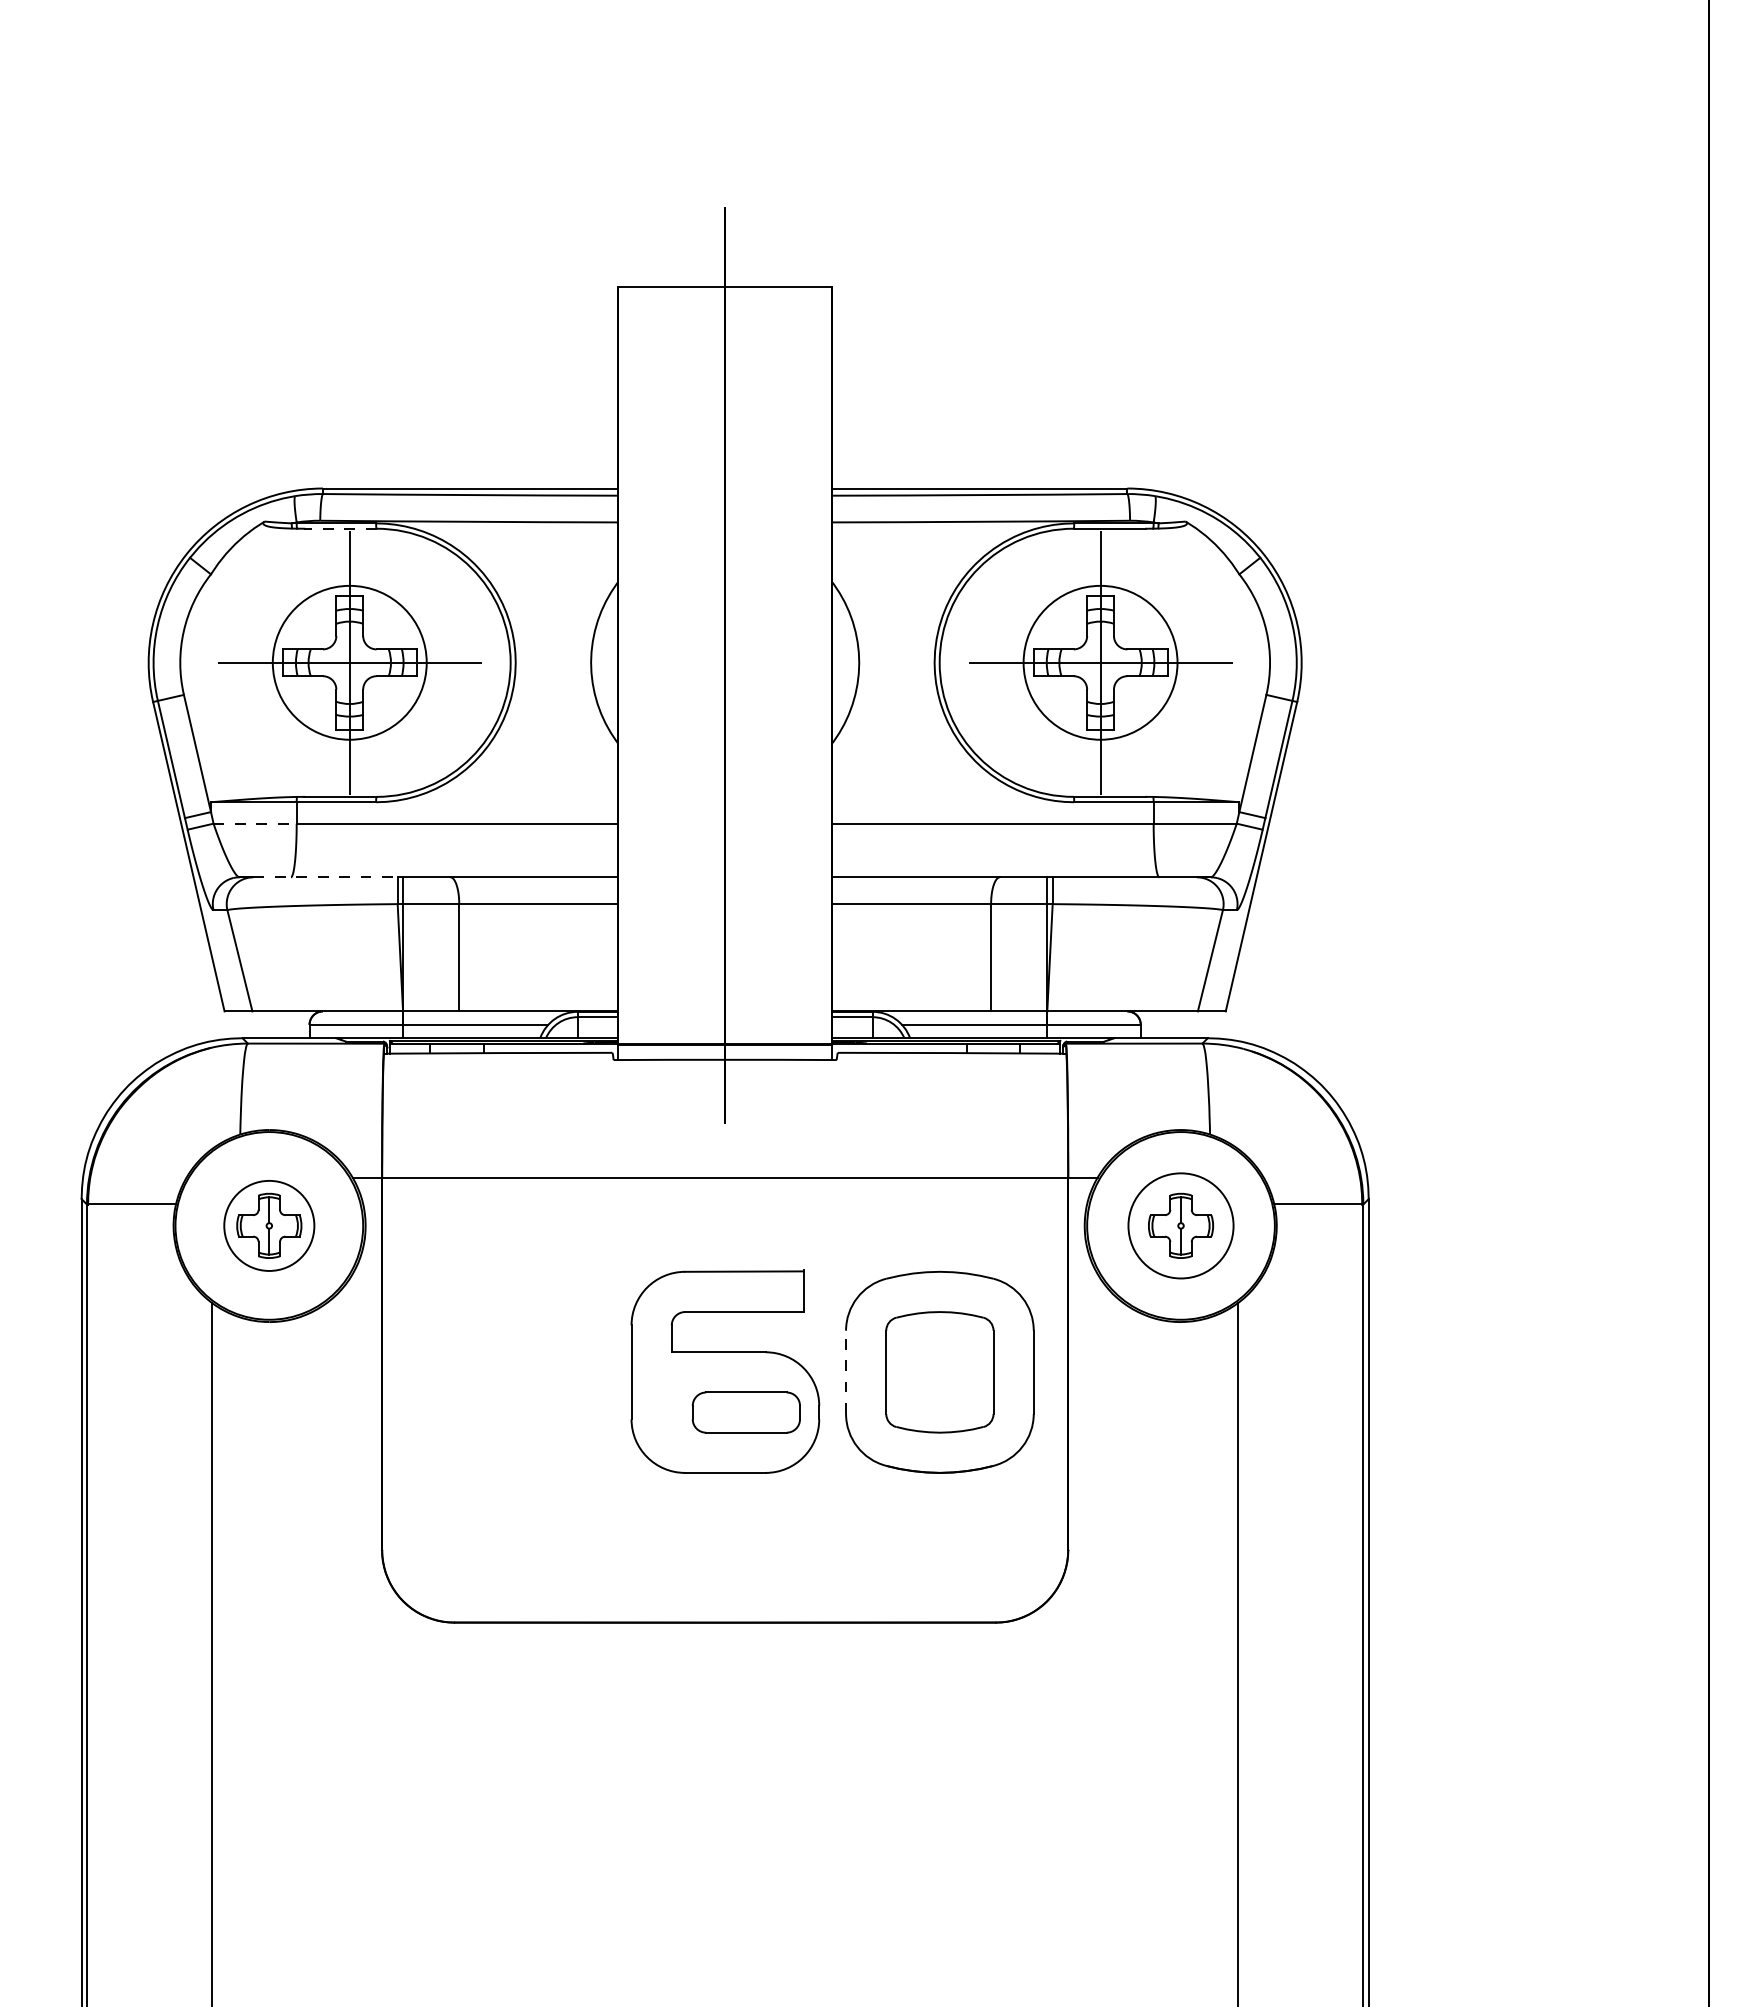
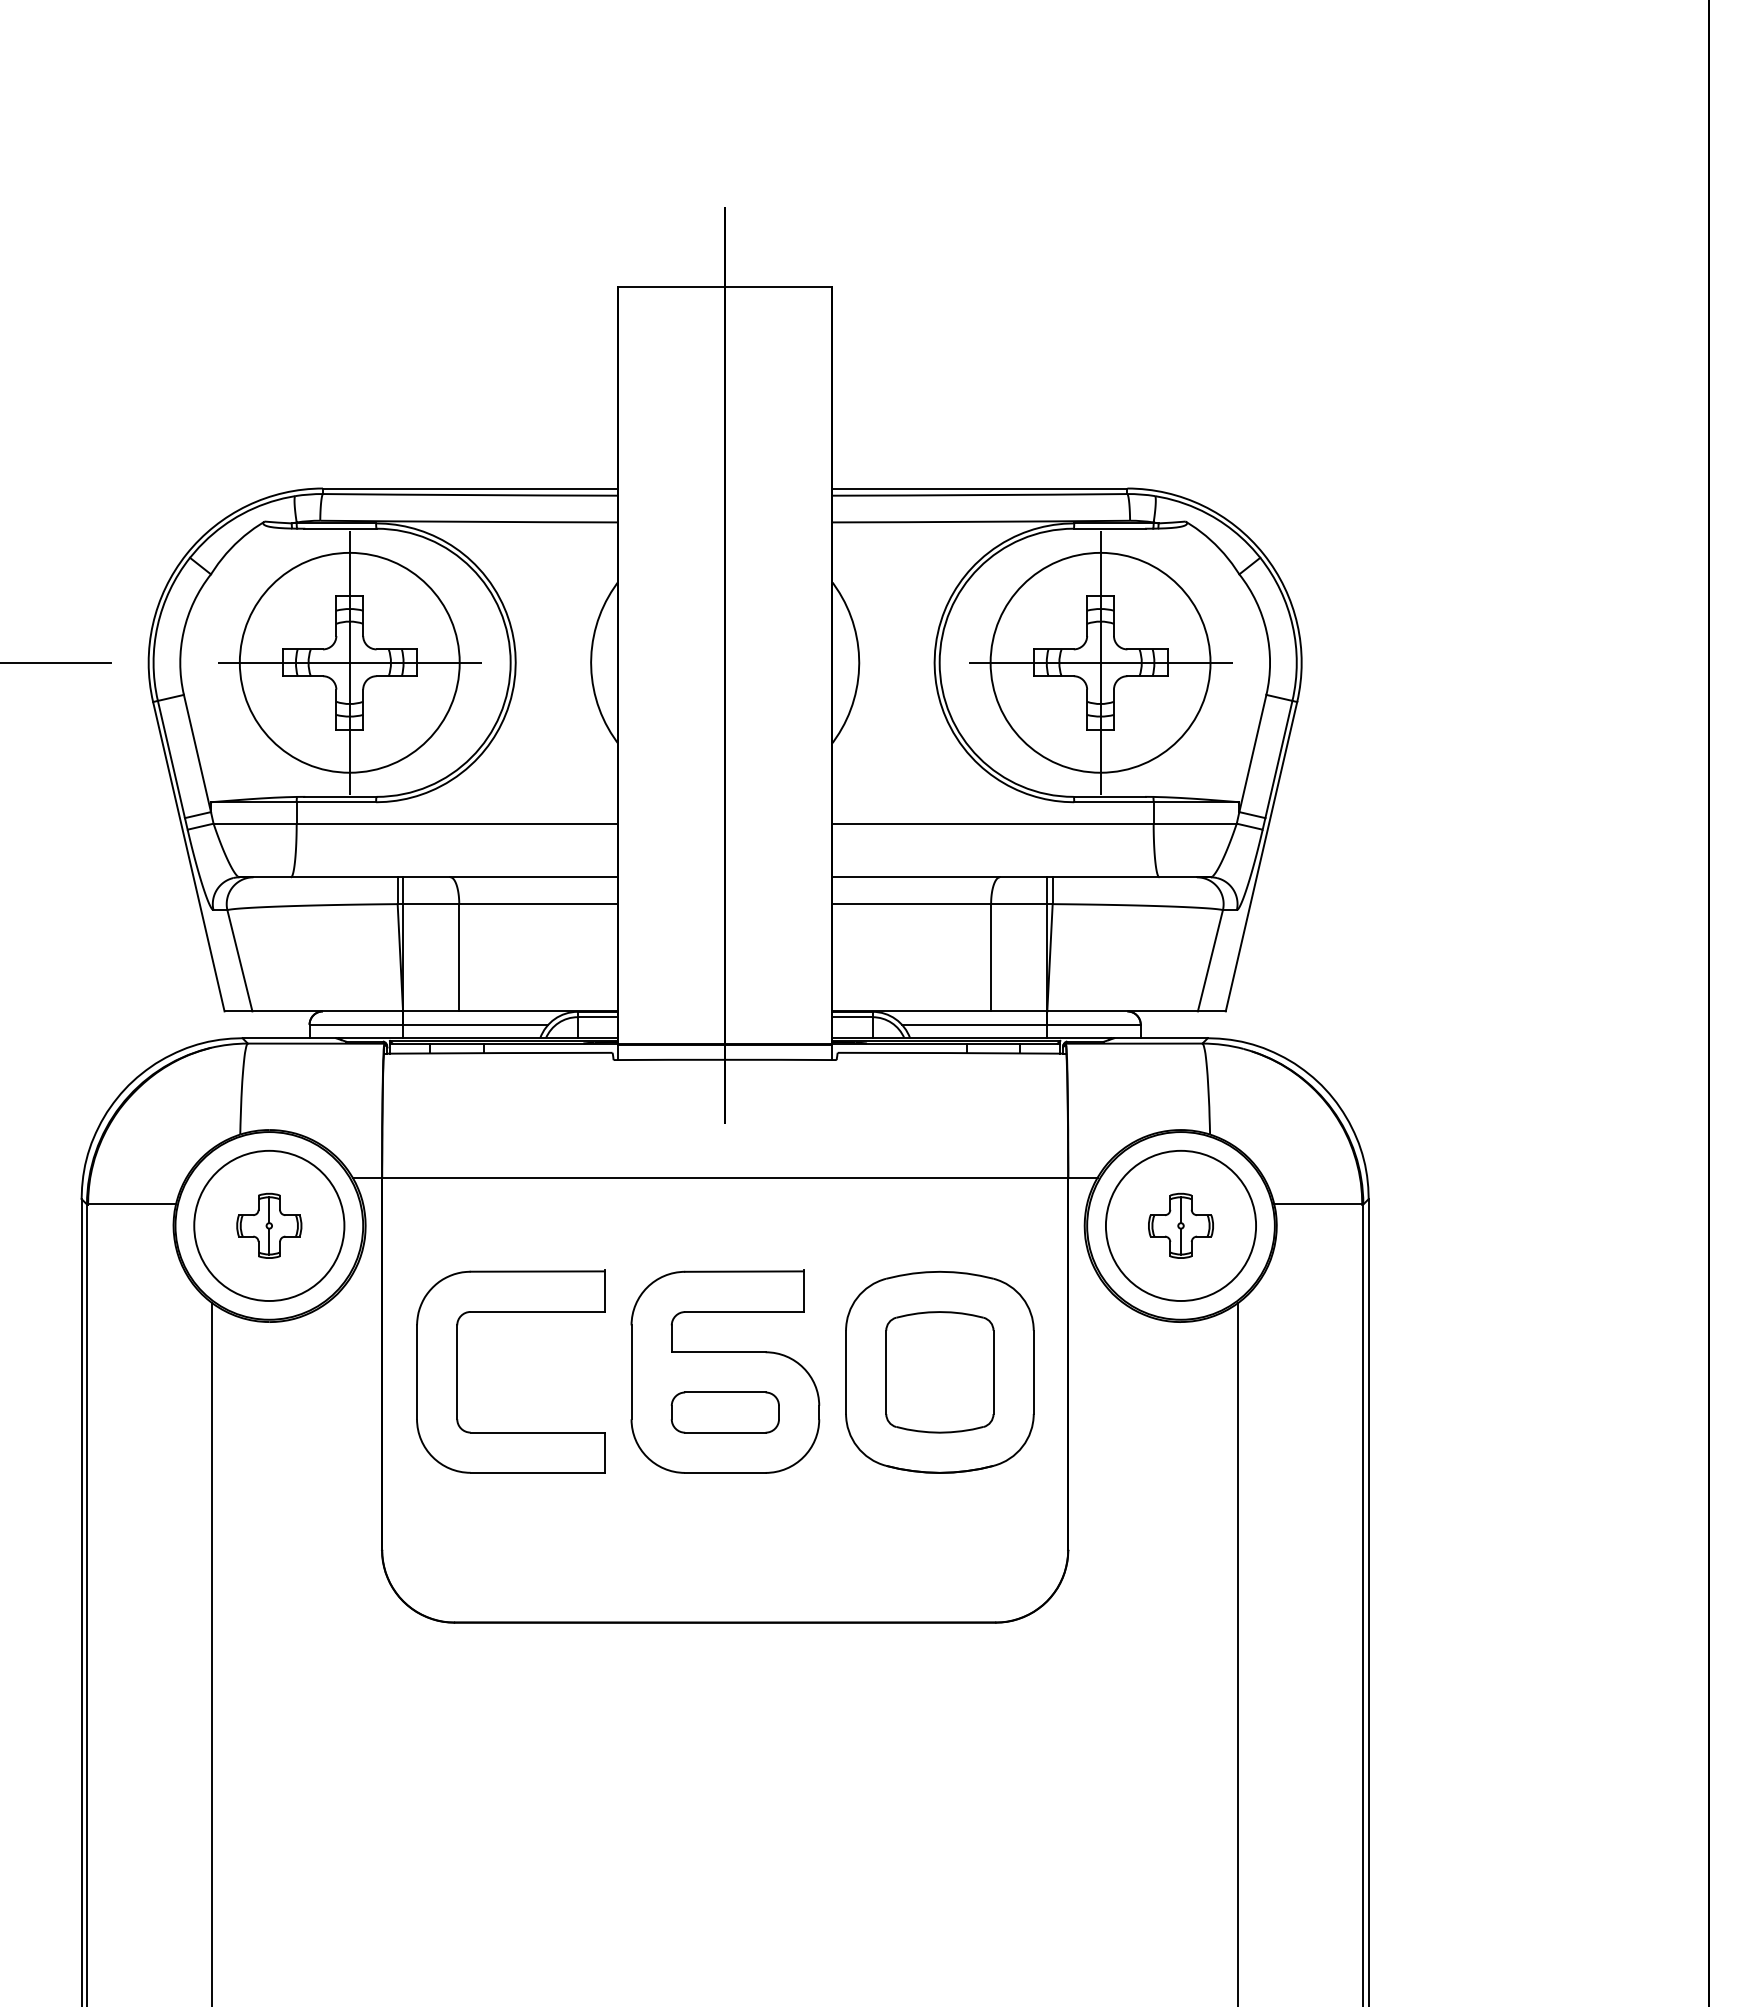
line at (339, 528): dashed -> solid
line at (56, 662): none -> present
circle at (349, 662) diameter: 154 px -> 220 px
circle at (1100, 662) diameter: 154 px -> 220 px
line at (255, 823): dashed -> solid
line at (326, 877): dashed -> solid
circle at (269, 1225) diameter: 90 px -> 150 px
circle at (1180, 1225) diameter: 105 px -> 150 px
part at (457, 1371): none -> present
line at (846, 1372): dashed -> solid
part at (745, 1412) position: (745, 1412) -> (724, 1412)
